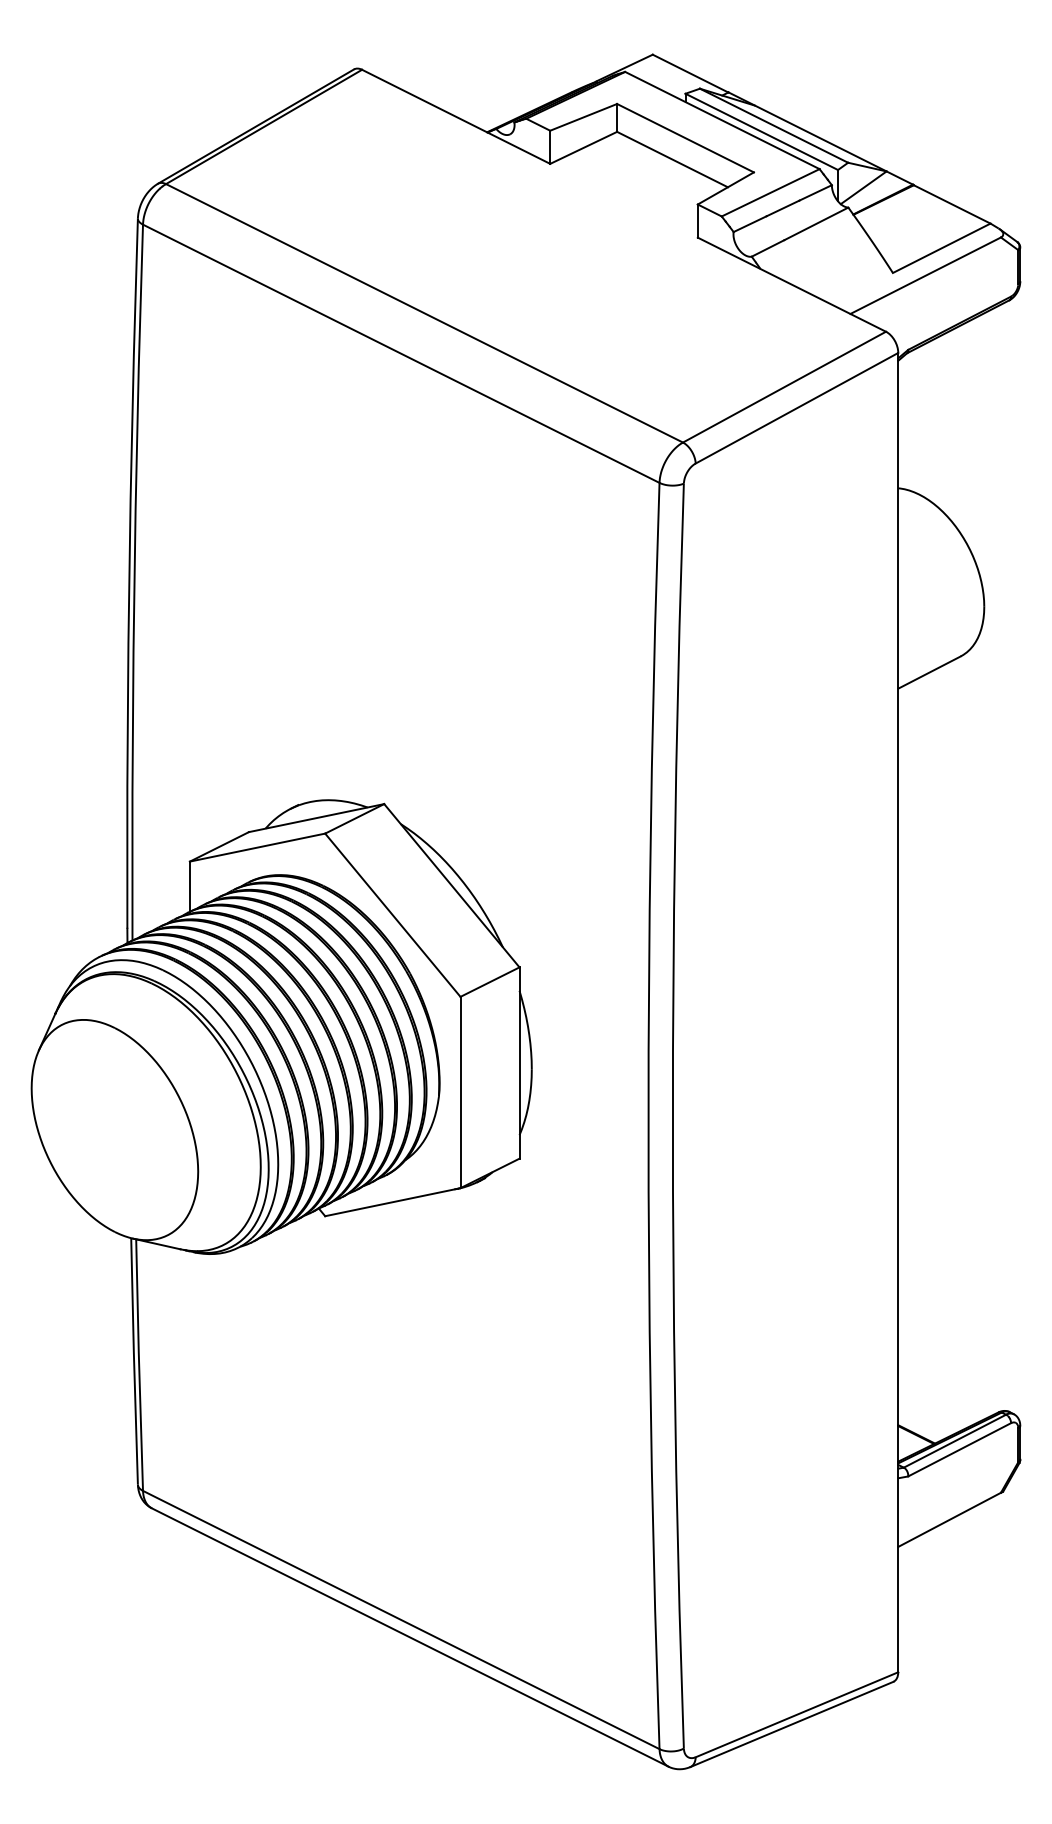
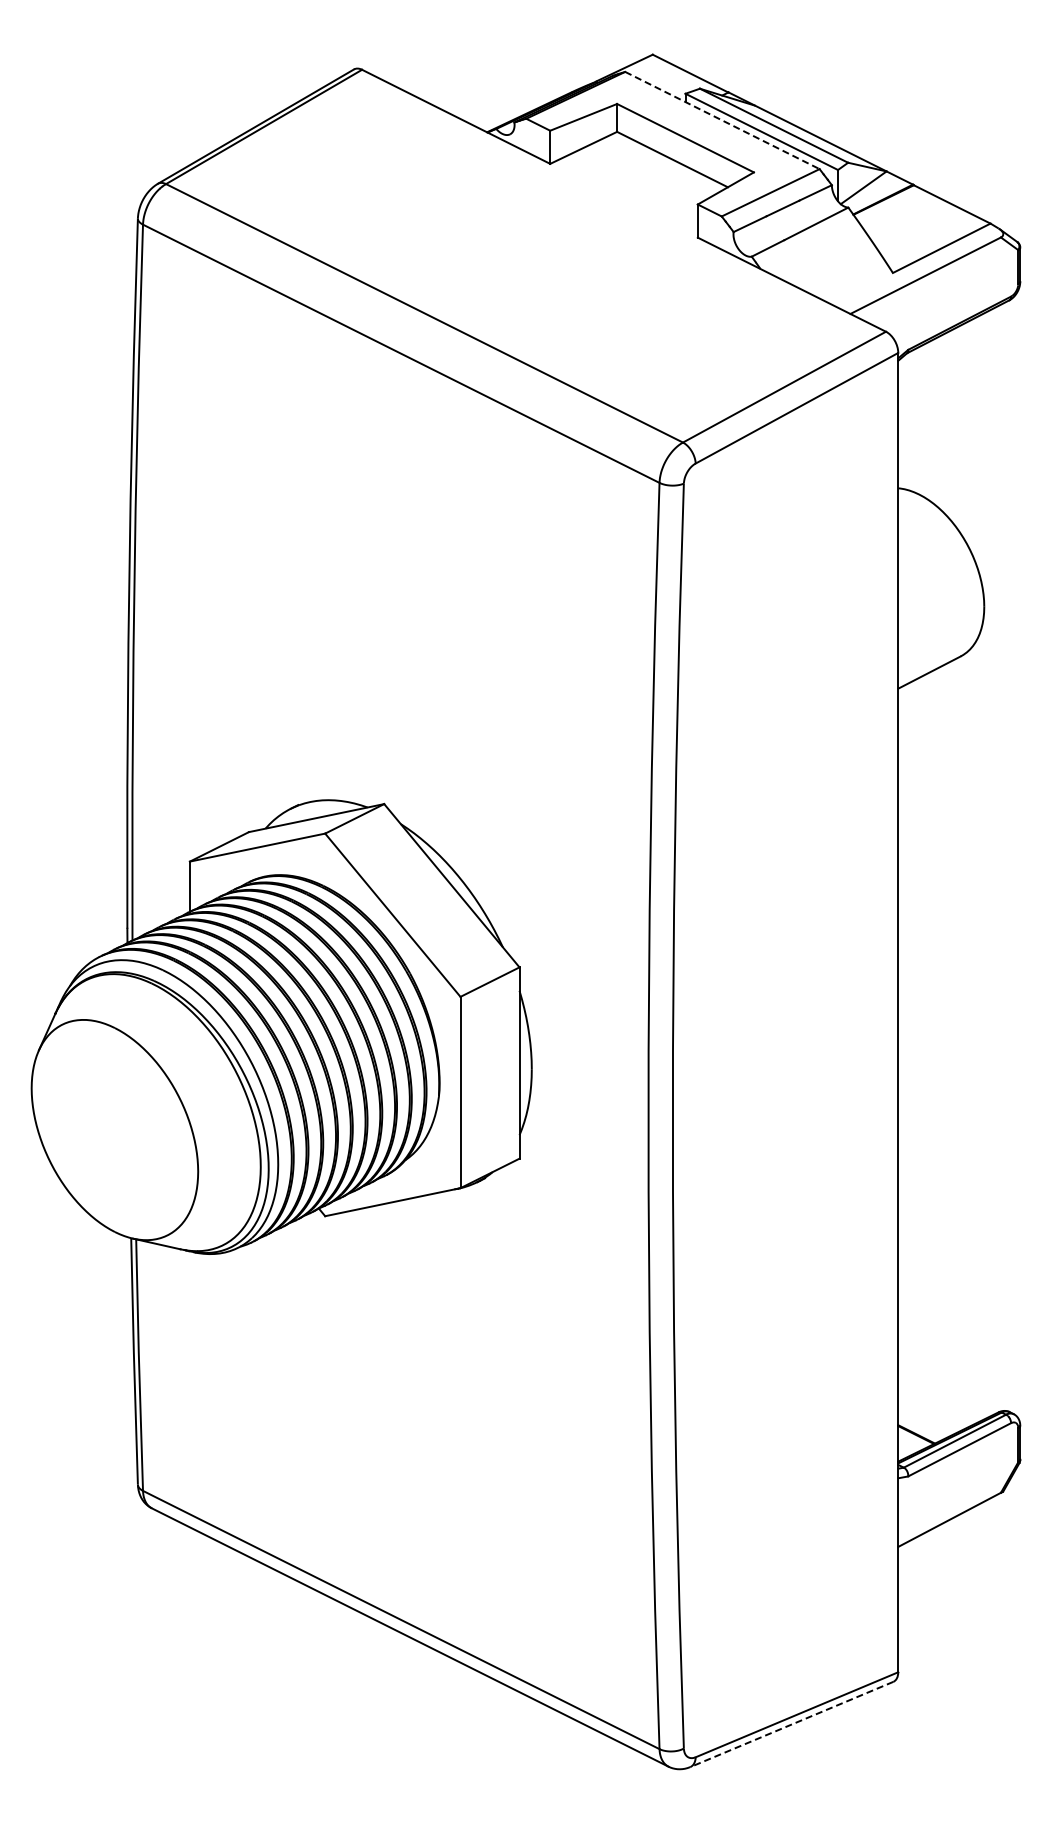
line at (722, 120): solid -> dashed
line at (791, 1724): solid -> dashed
